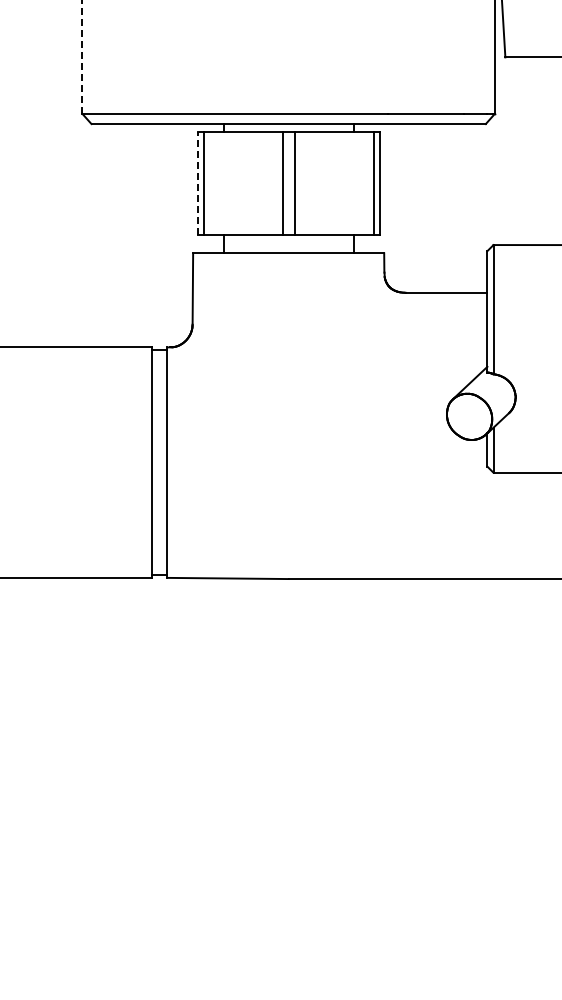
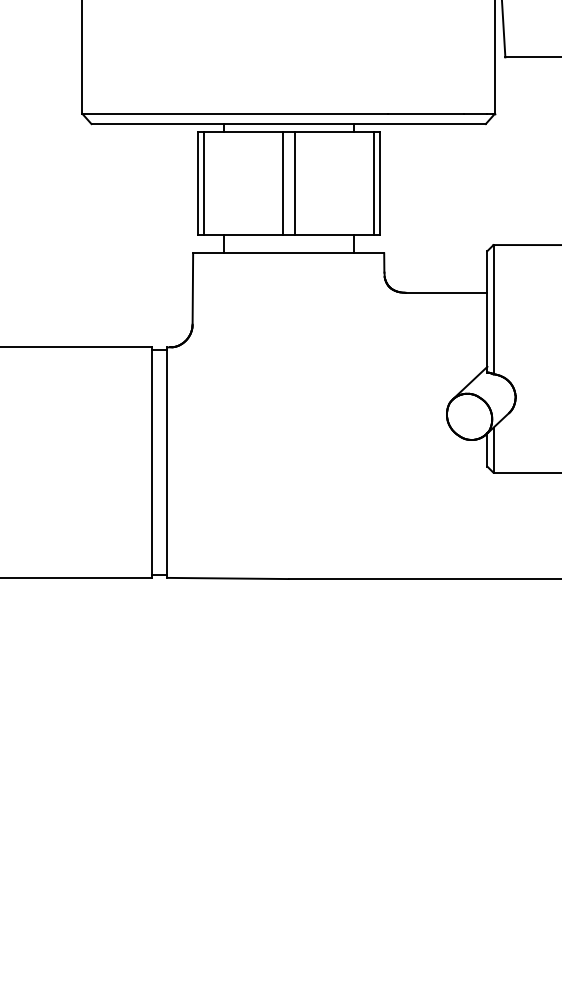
line at (82, 57): dashed -> solid
line at (197, 183): dashed -> solid
